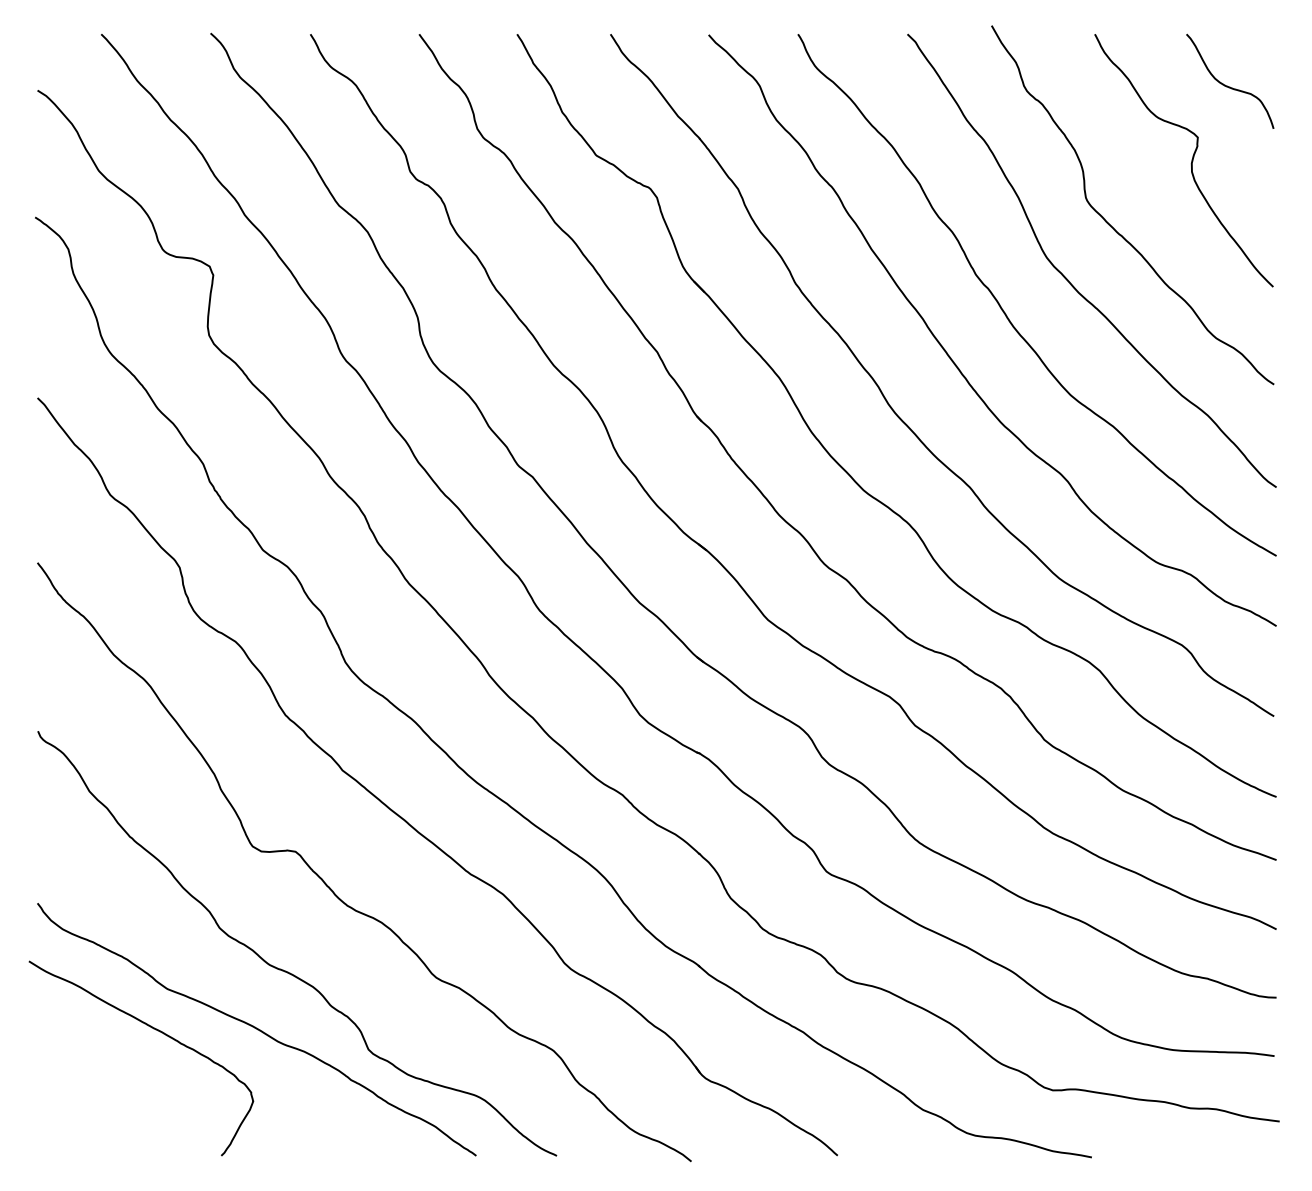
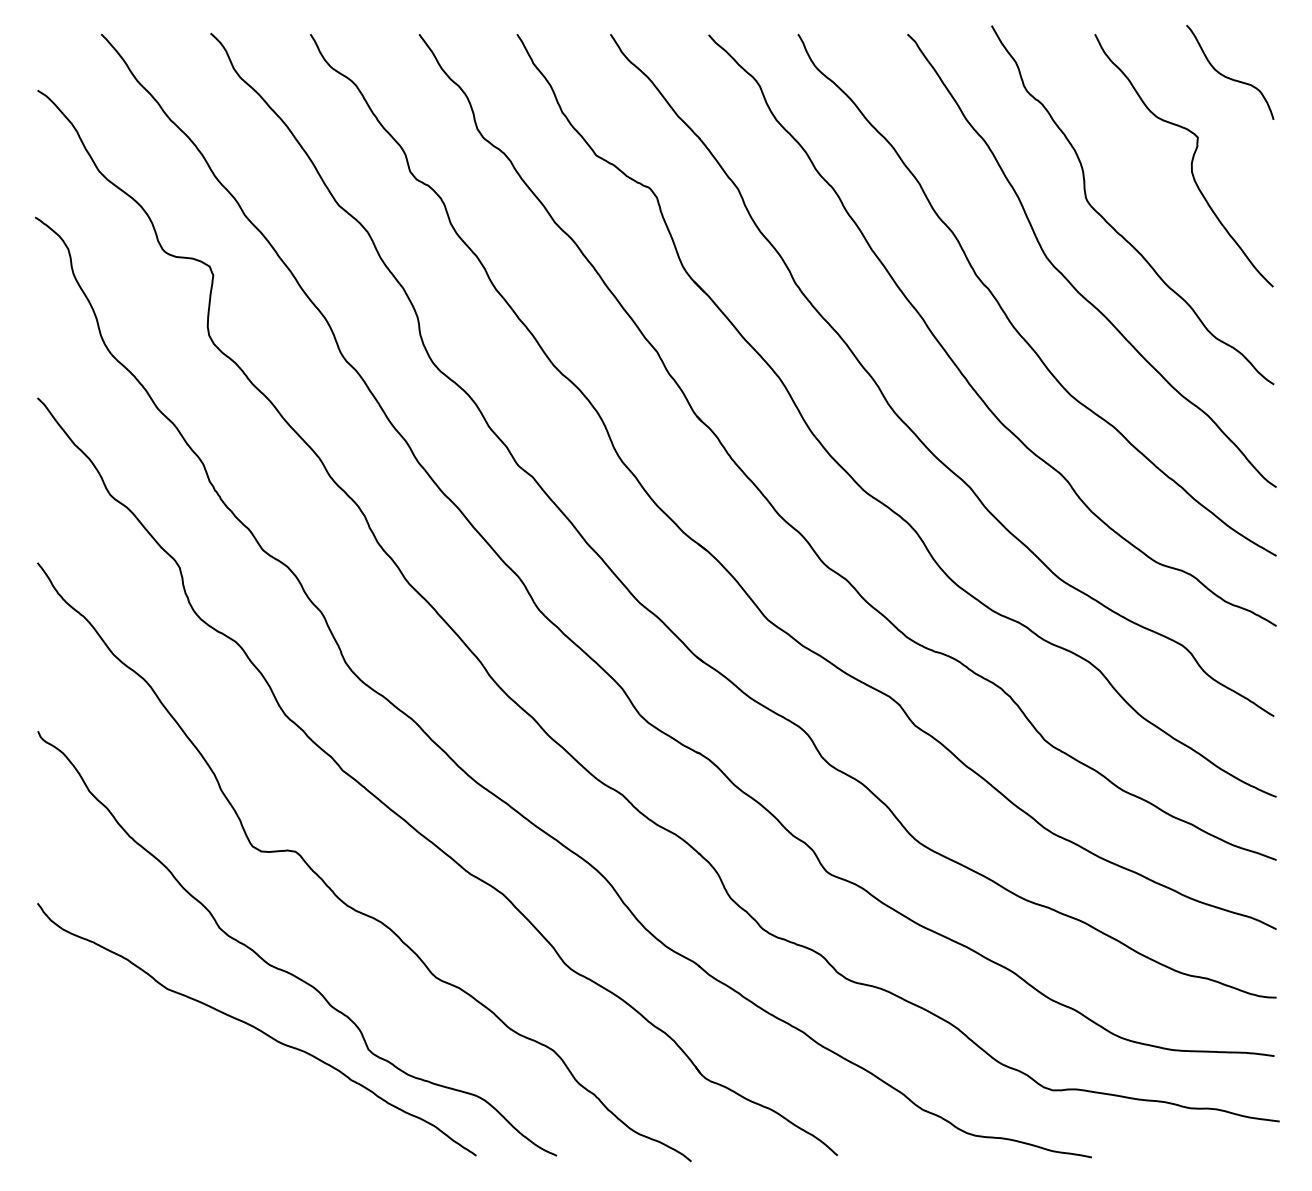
curve at (1227, 85) position: (1227, 85) -> (1227, 76)
curve at (155, 1030): present -> none
